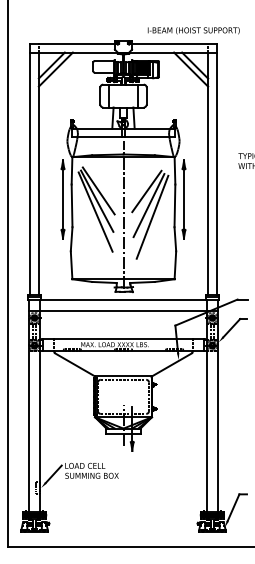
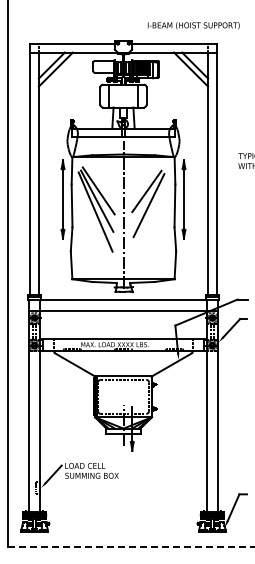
text at (193, 30) position: (193, 30) -> (193, 25)
line at (152, 216): present -> none
line at (131, 547): solid -> dashed
